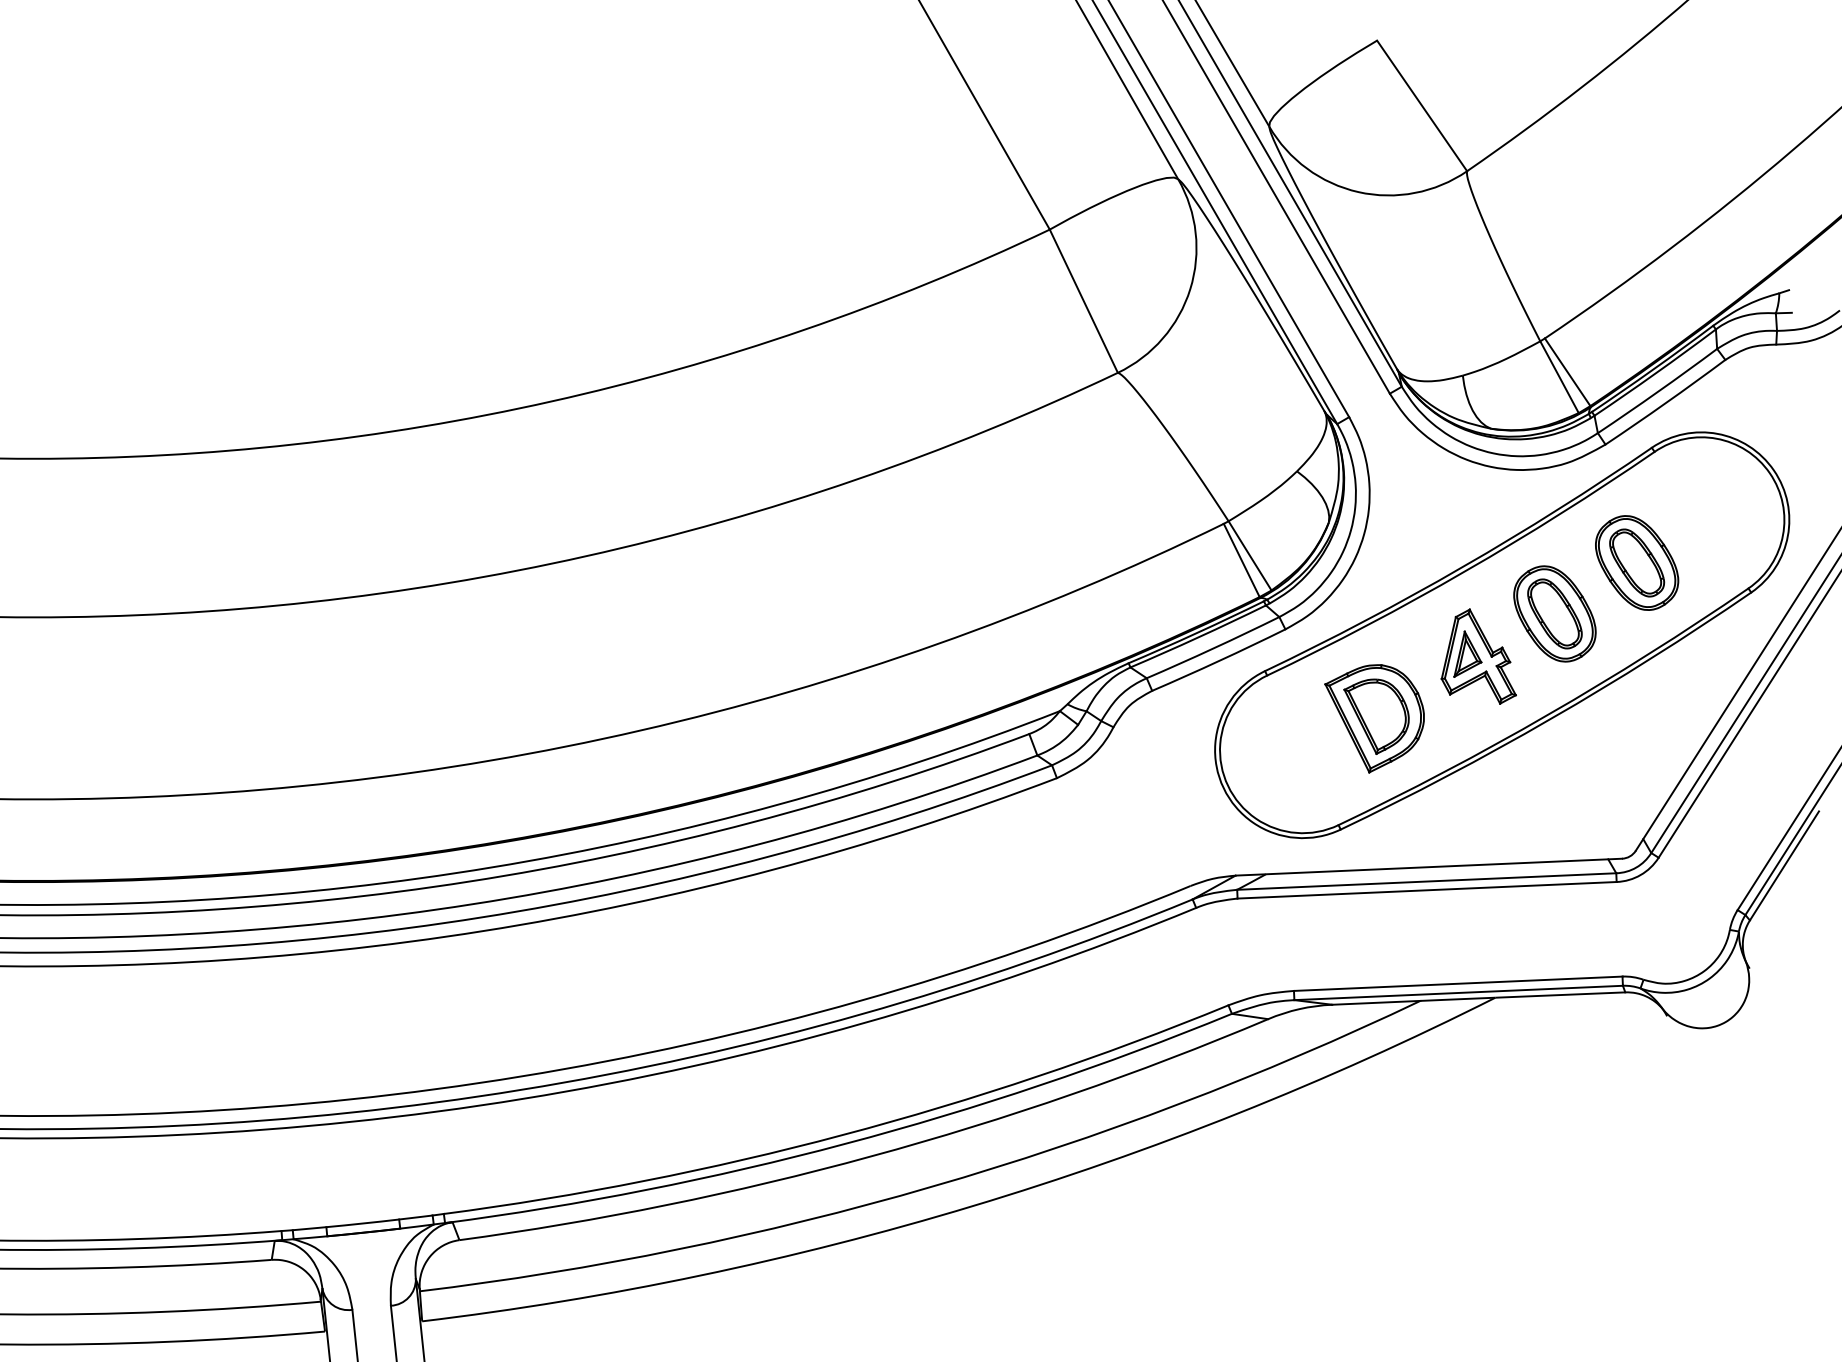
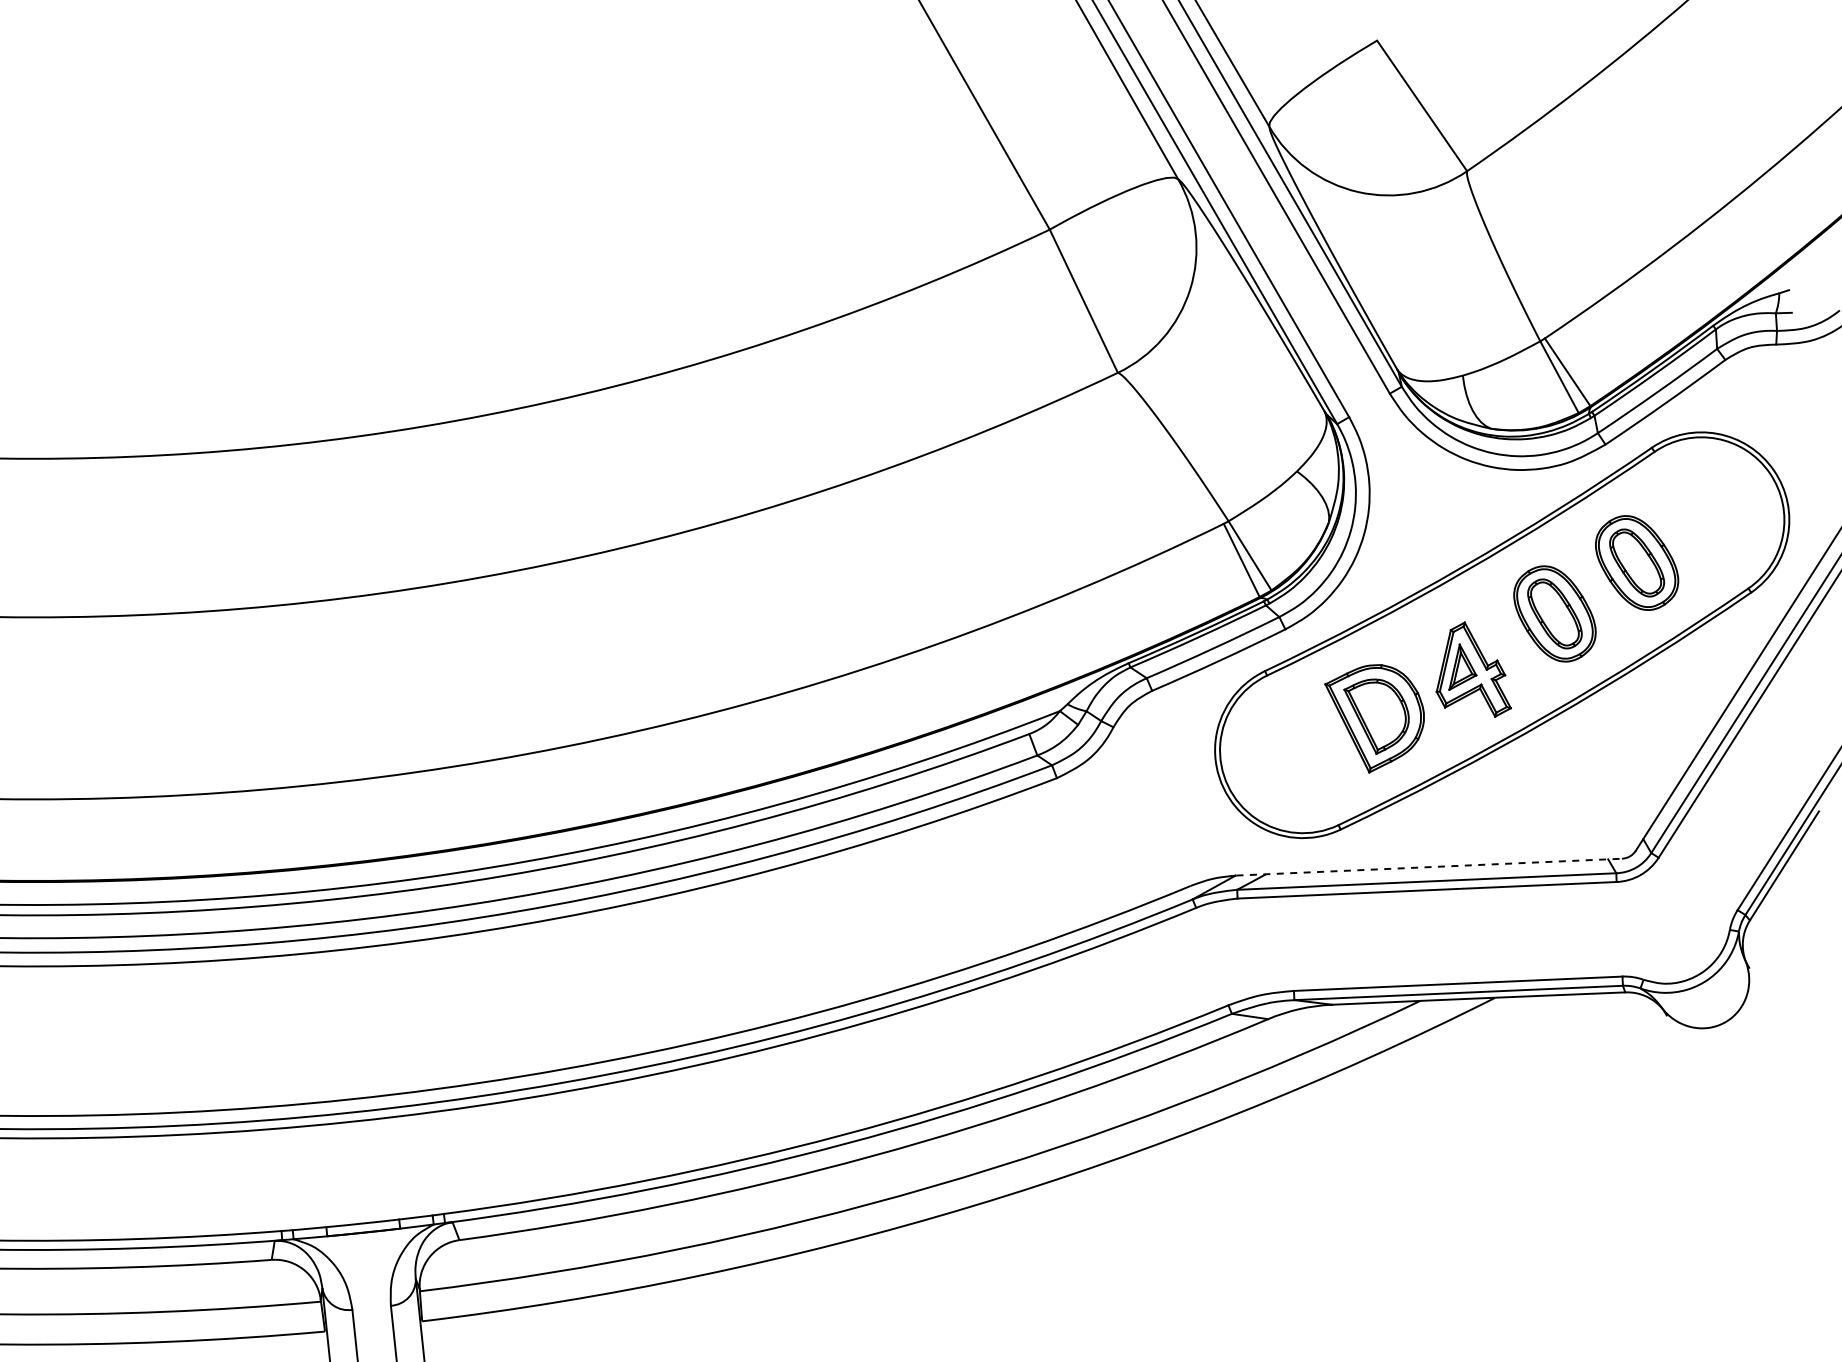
part at (1478, 656) position: (1478, 656) -> (1473, 669)
line at (1429, 867): solid -> dashed
